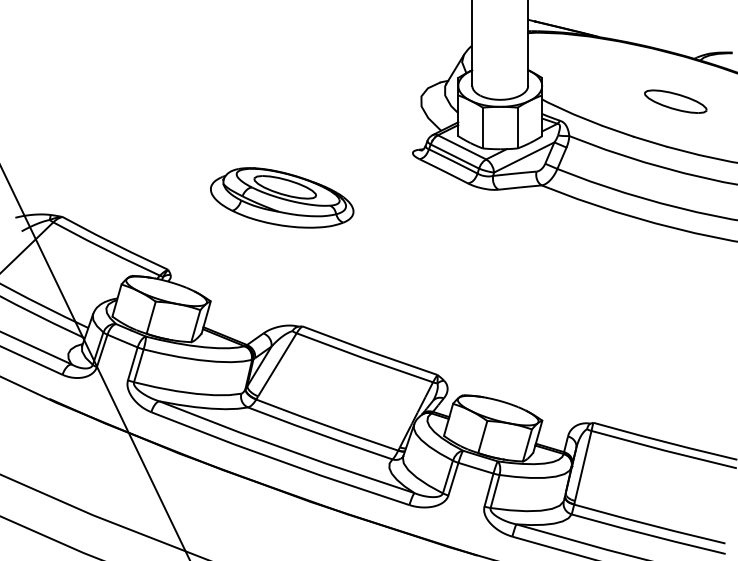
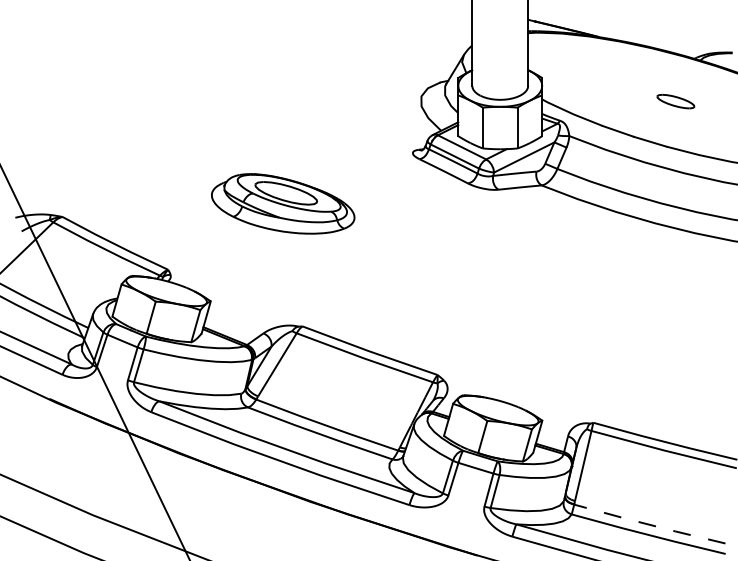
part at (675, 101) size: 64x25 px -> 40x16 px
part at (282, 197) position: (282, 197) -> (283, 203)
line at (649, 524): solid -> dashed
